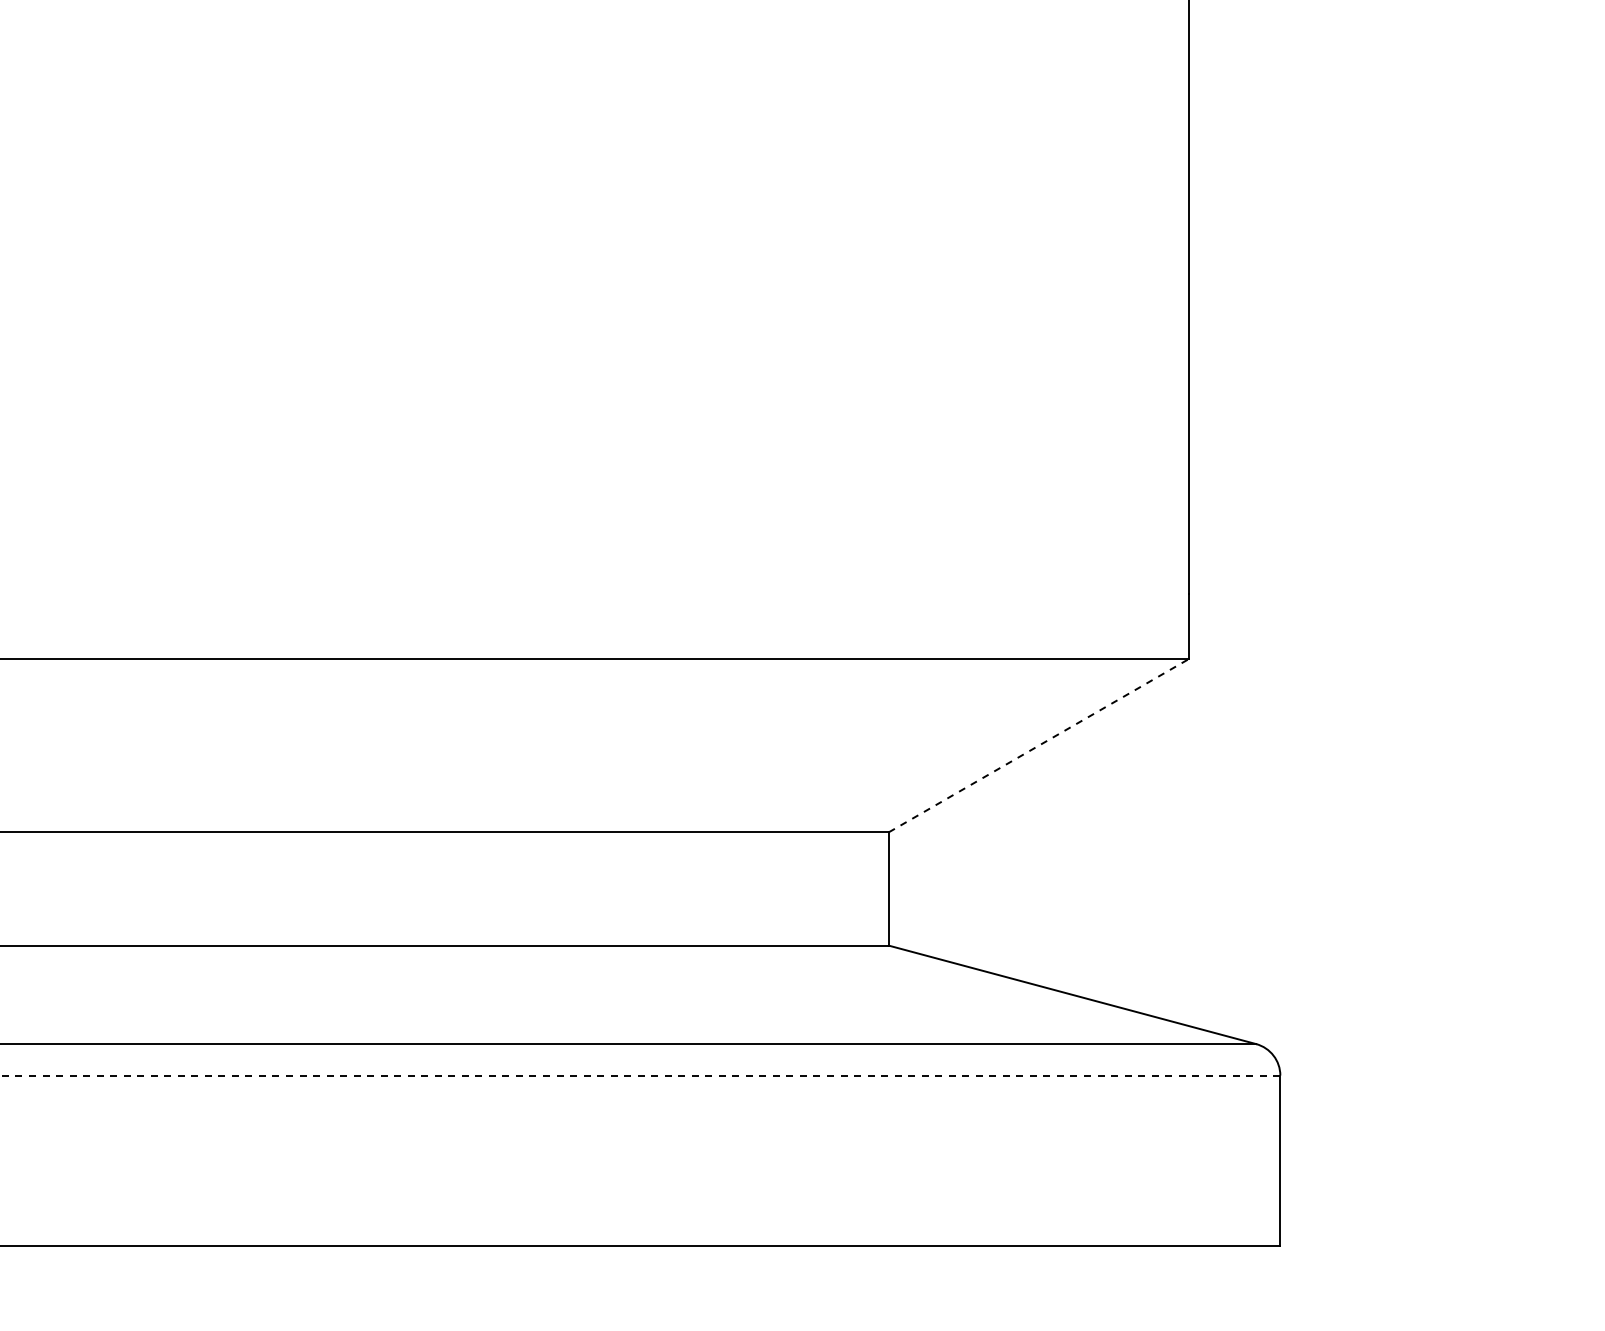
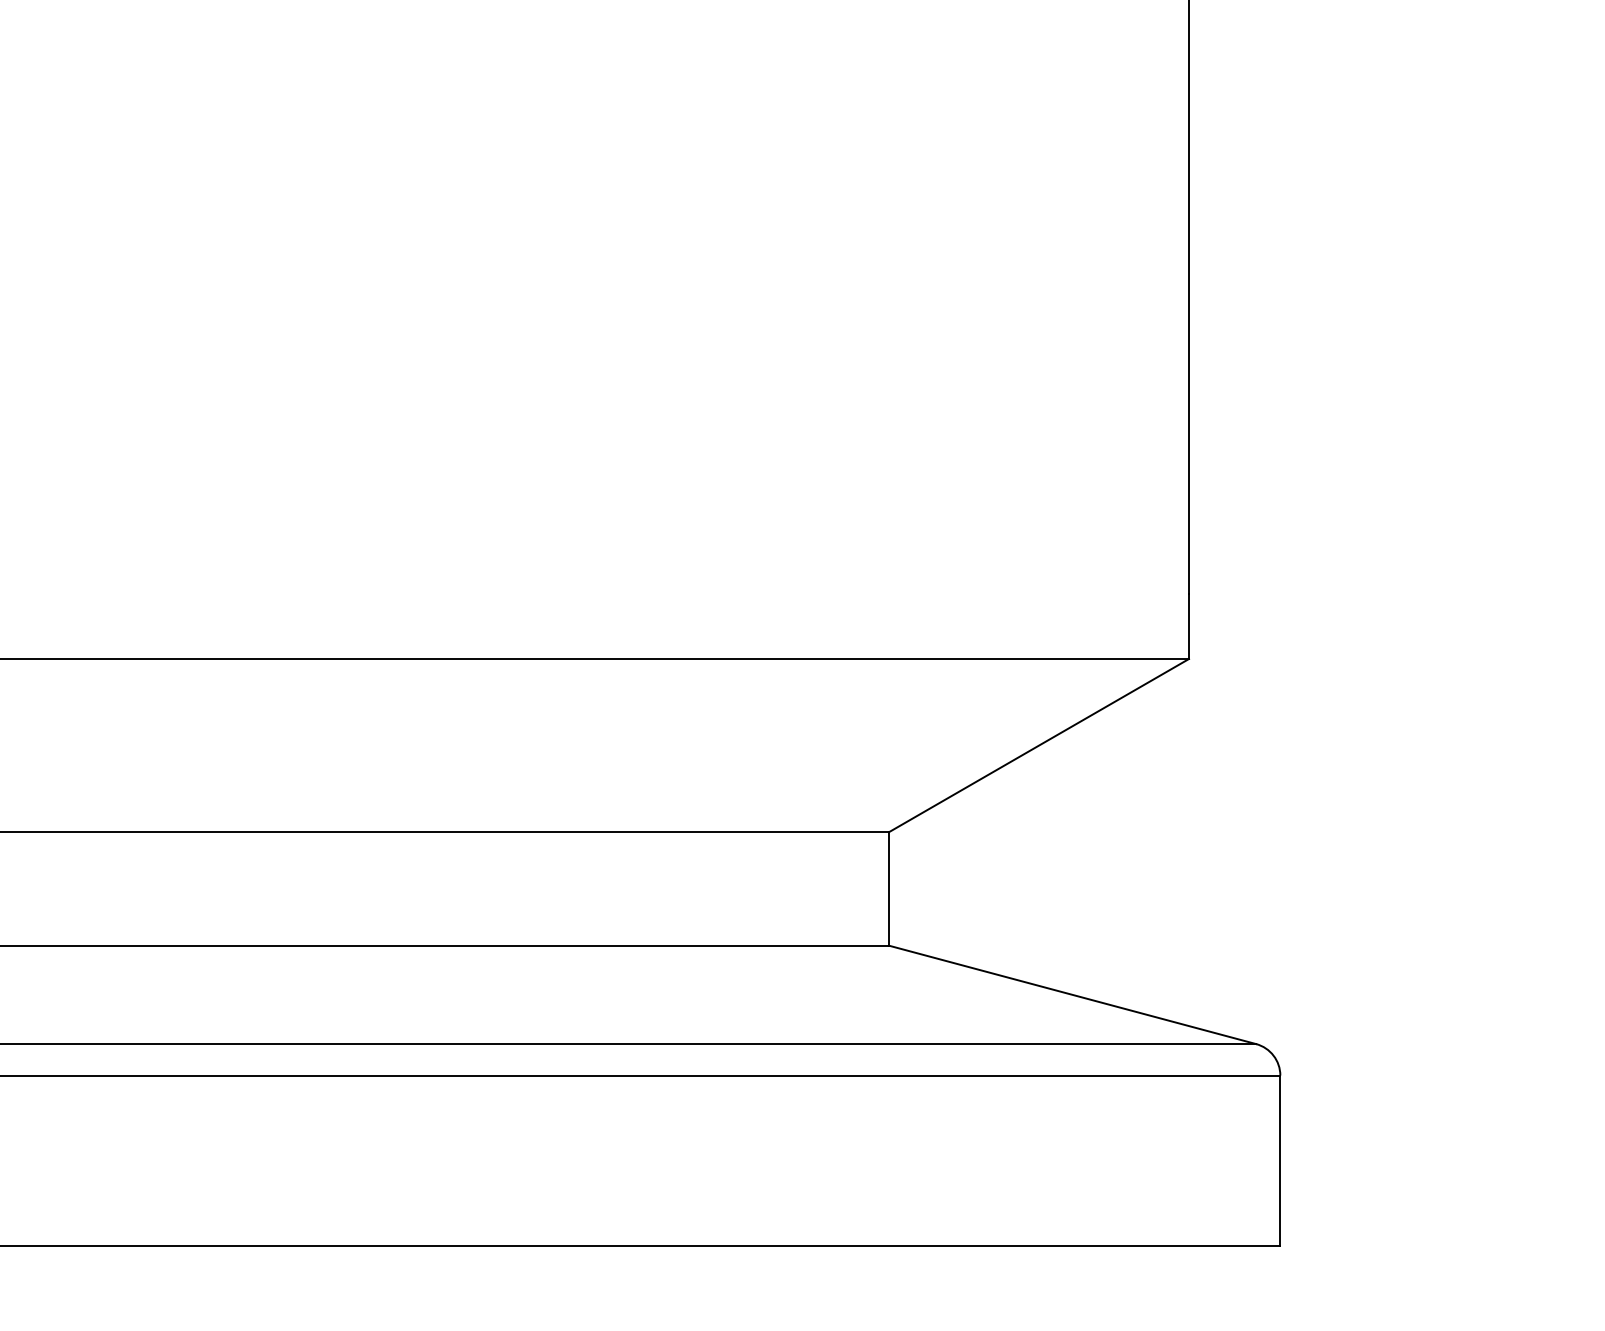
line at (1039, 745): dashed -> solid
line at (640, 1075): dashed -> solid
